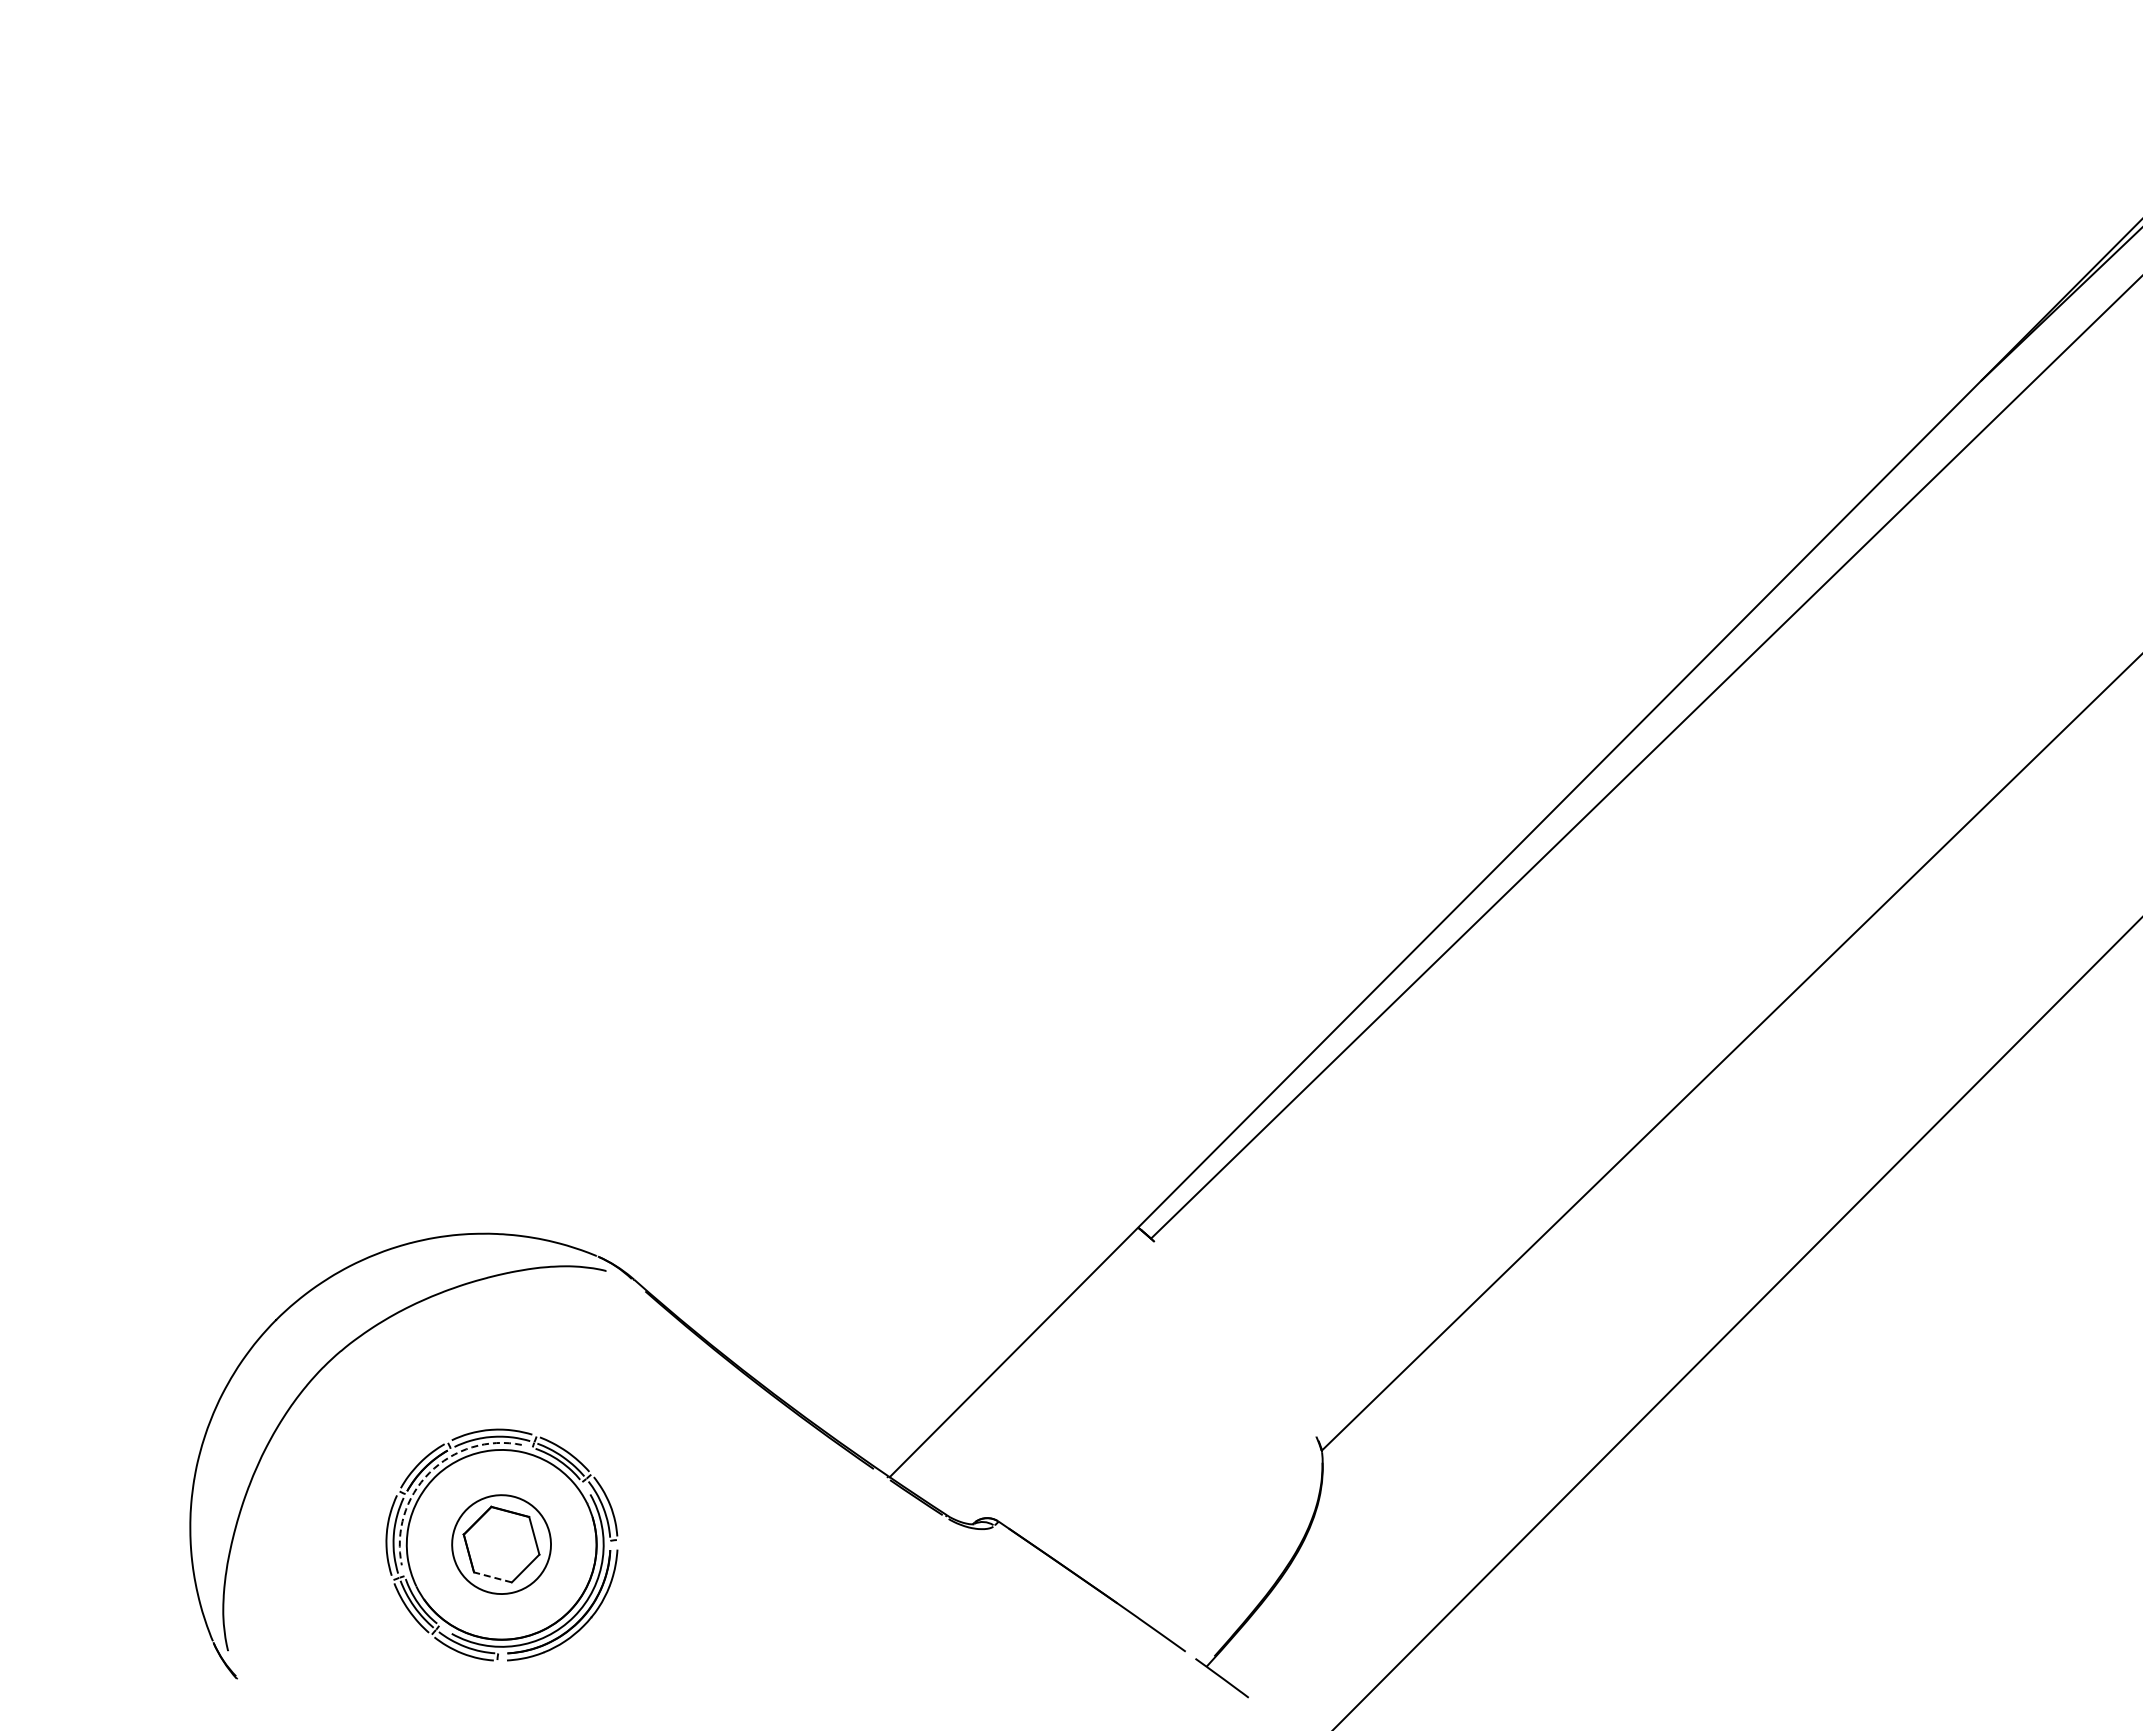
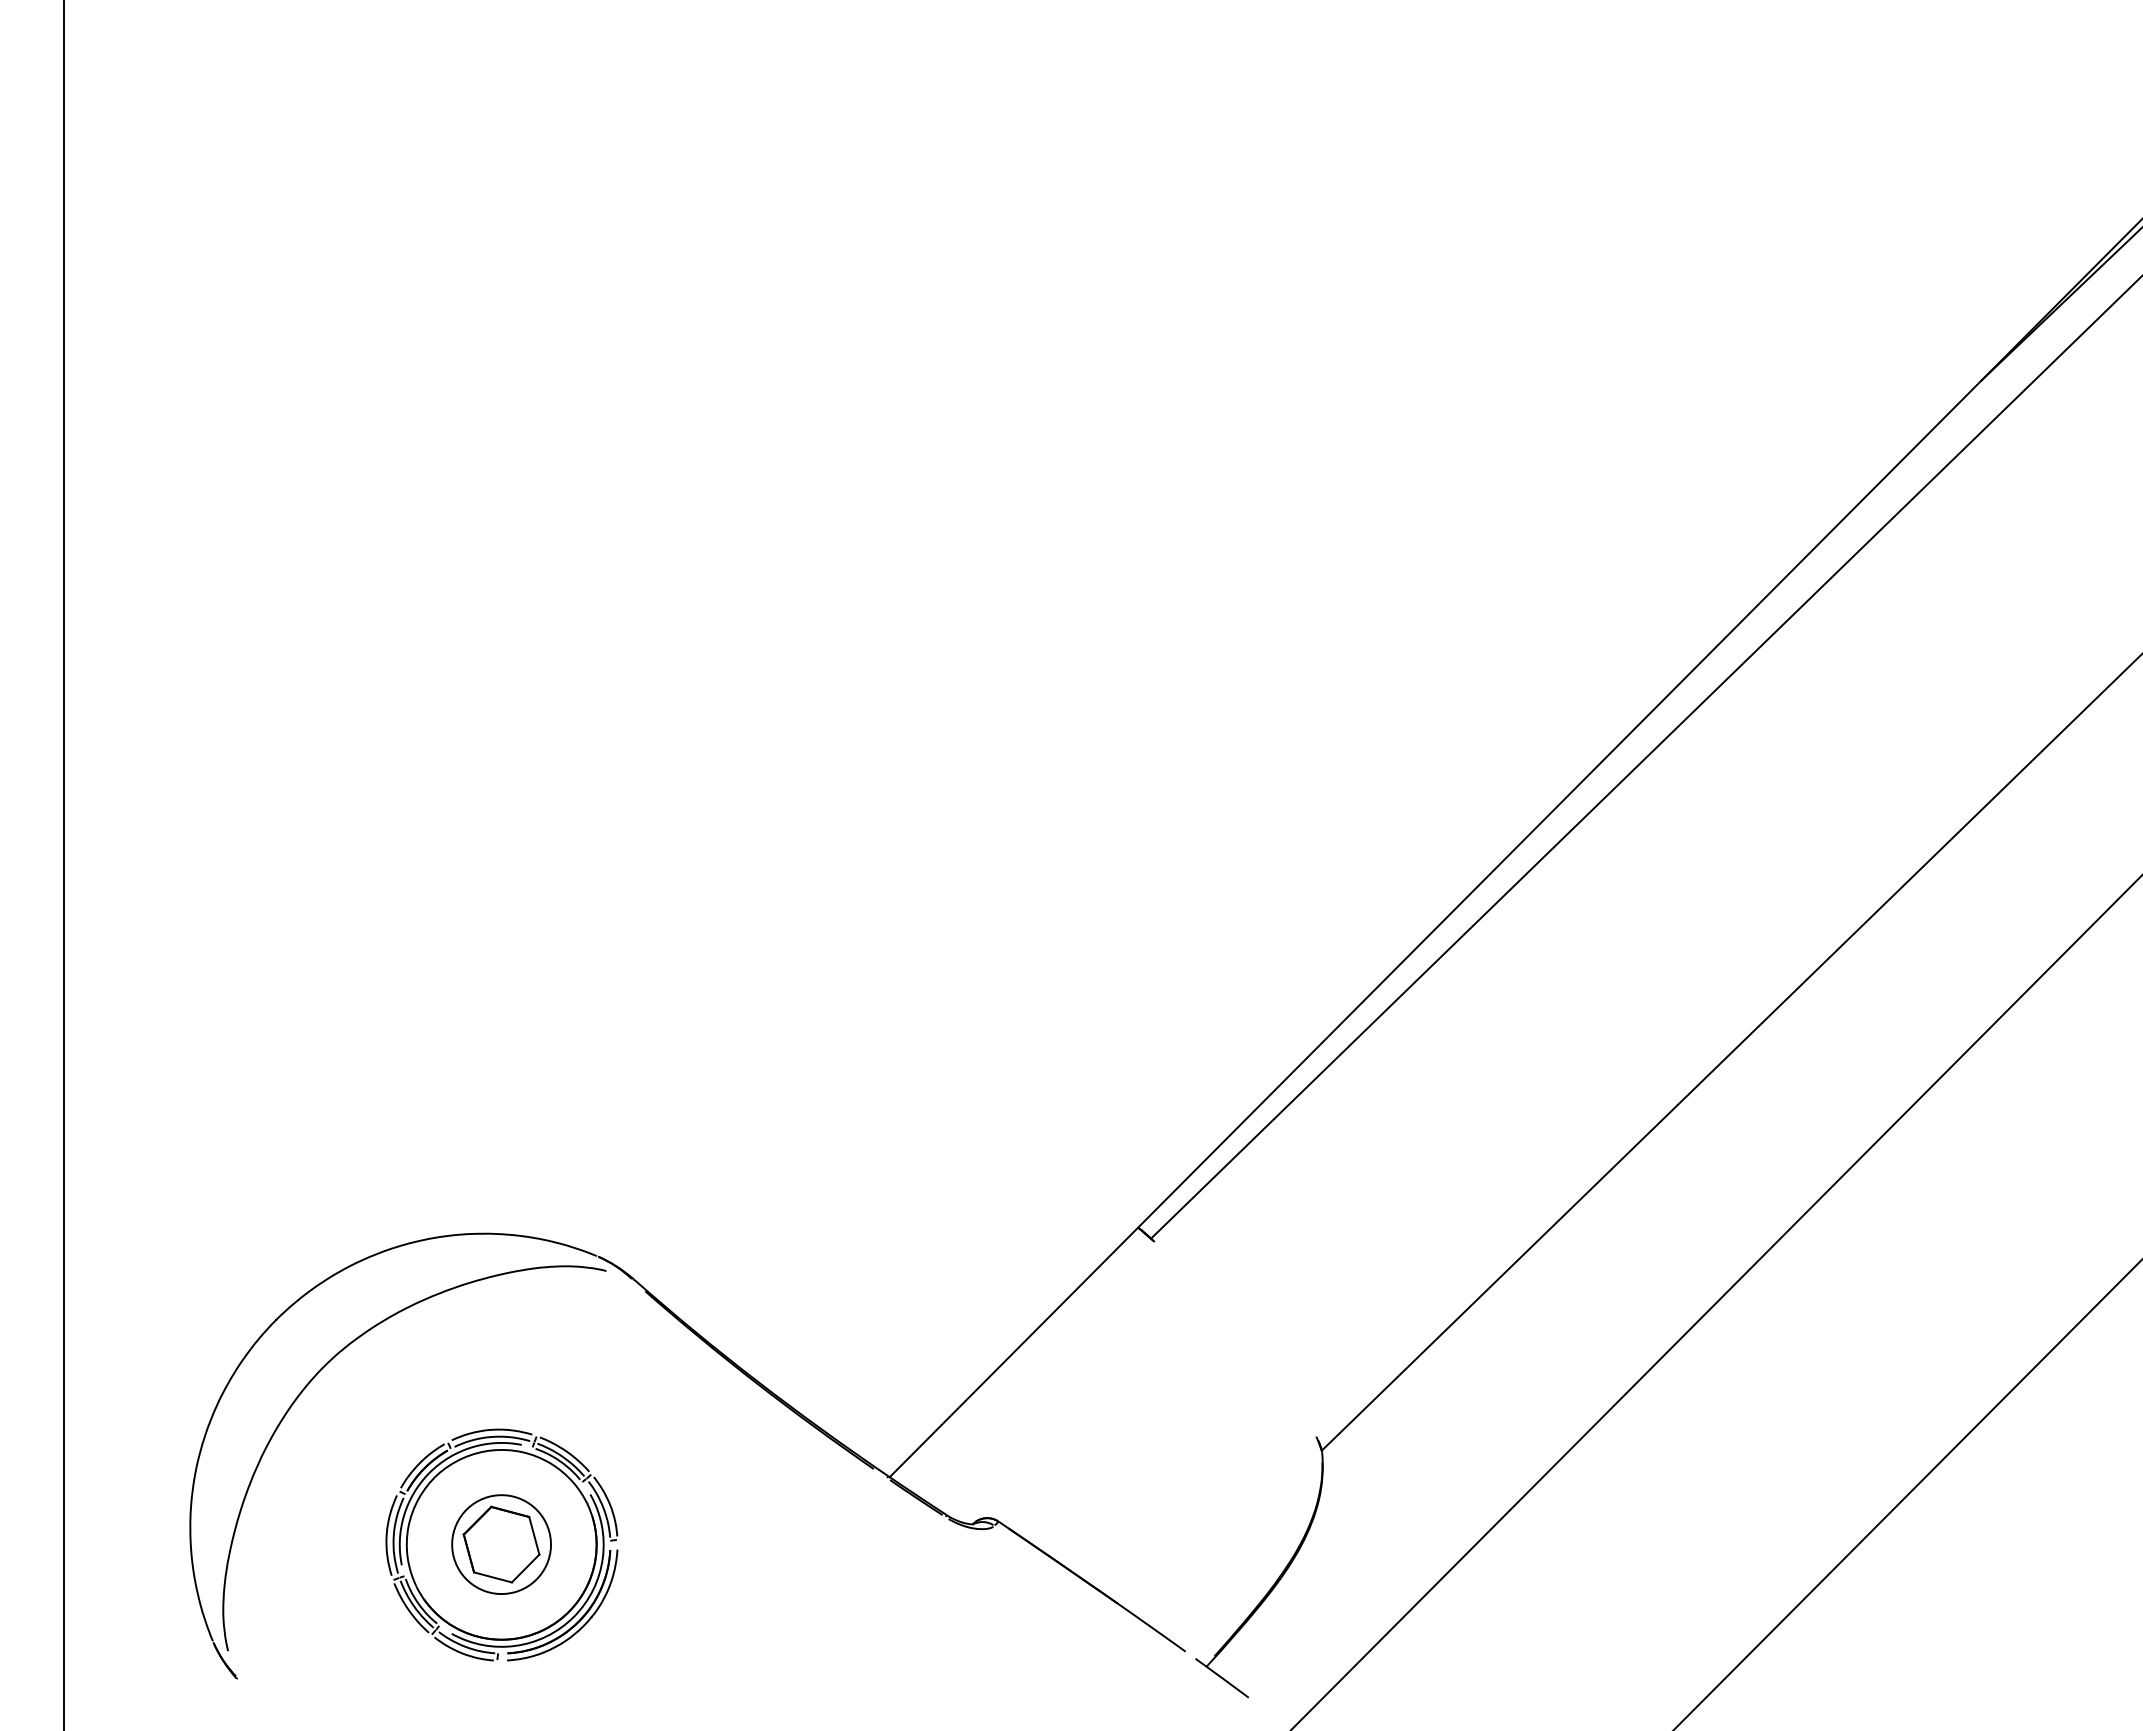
line at (64, 864): none -> present
line at (1737, 1323) position: (1737, 1323) -> (1716, 1302)
arc at (429, 1472): dashed -> solid
line at (1907, 1494): none -> present
line at (492, 1577): dashed -> solid
